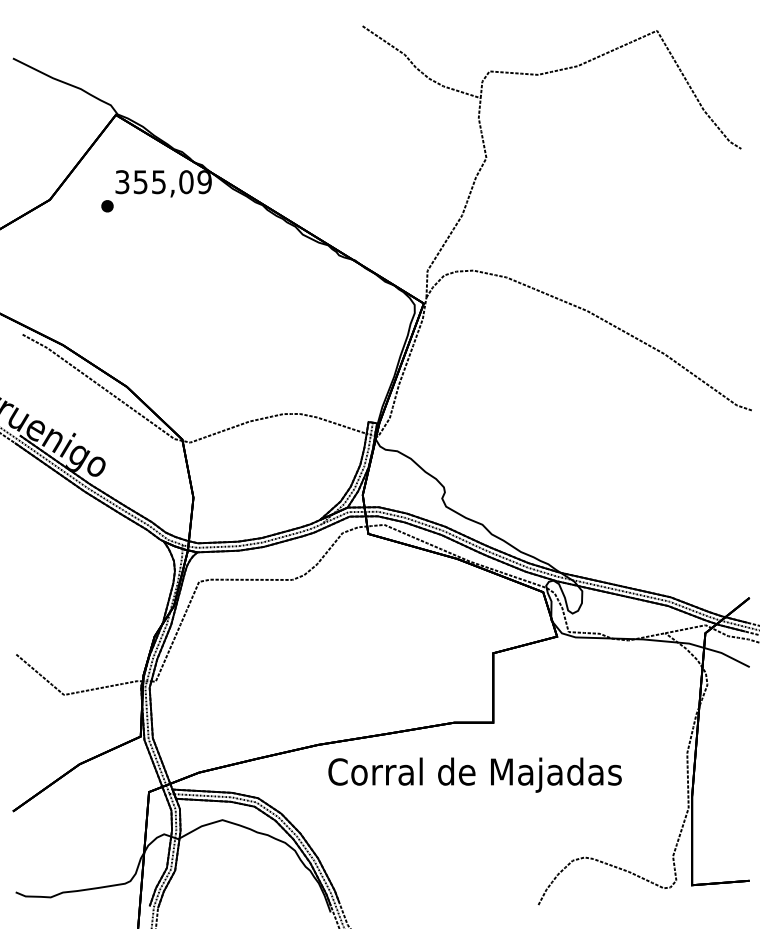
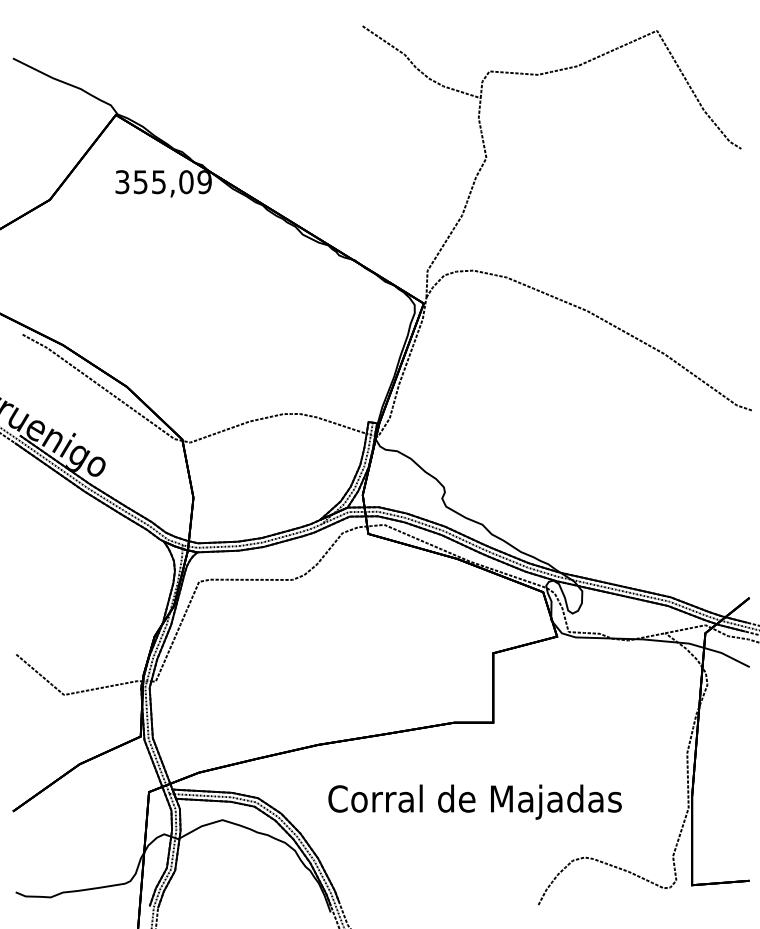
part at (107, 206): present -> none
text at (474, 774) position: (474, 774) -> (474, 801)
